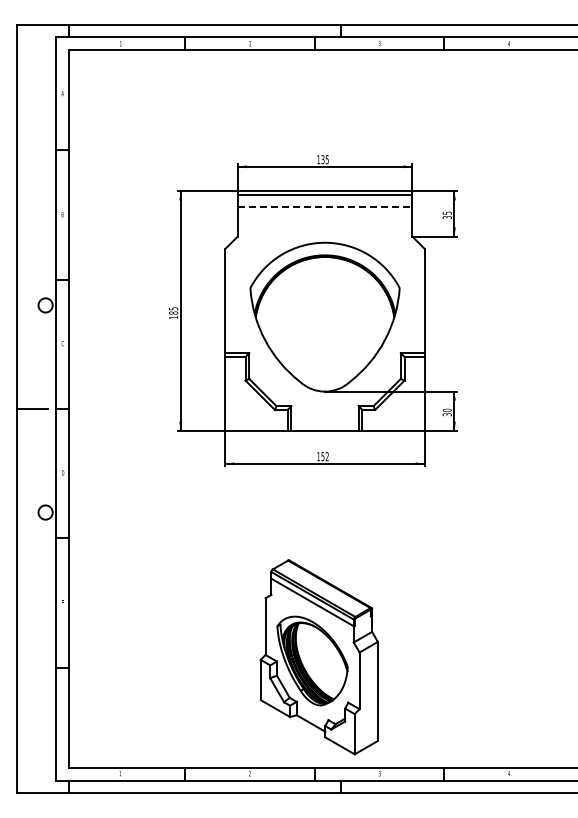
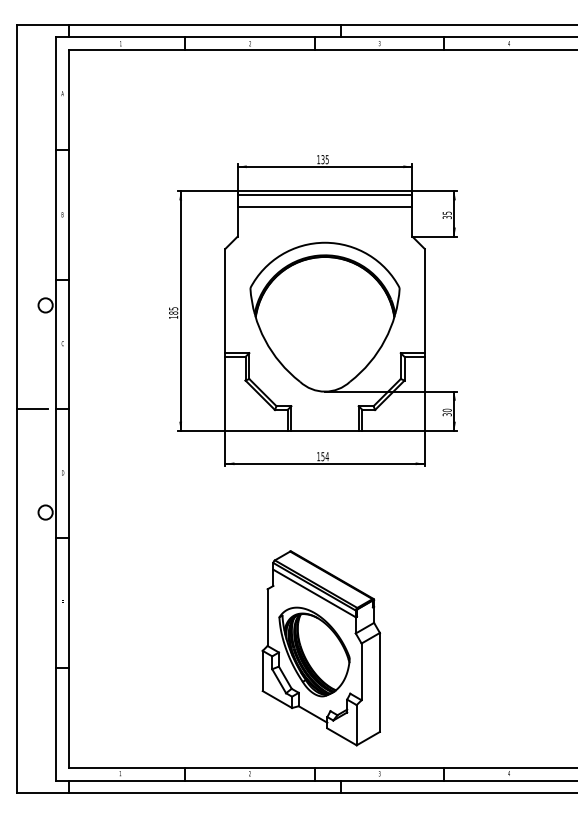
line at (325, 206): dashed -> solid
text at (326, 456): 152 -> 154
part at (318, 657) position: (318, 657) -> (320, 648)
